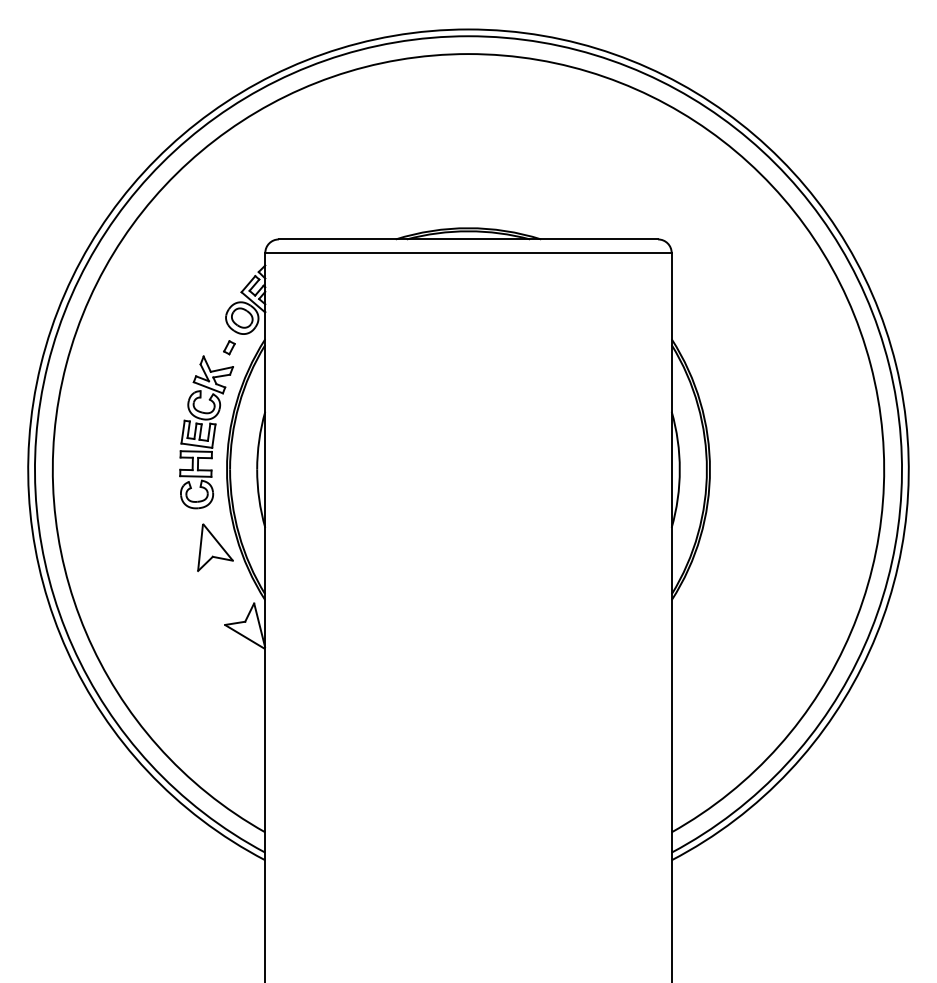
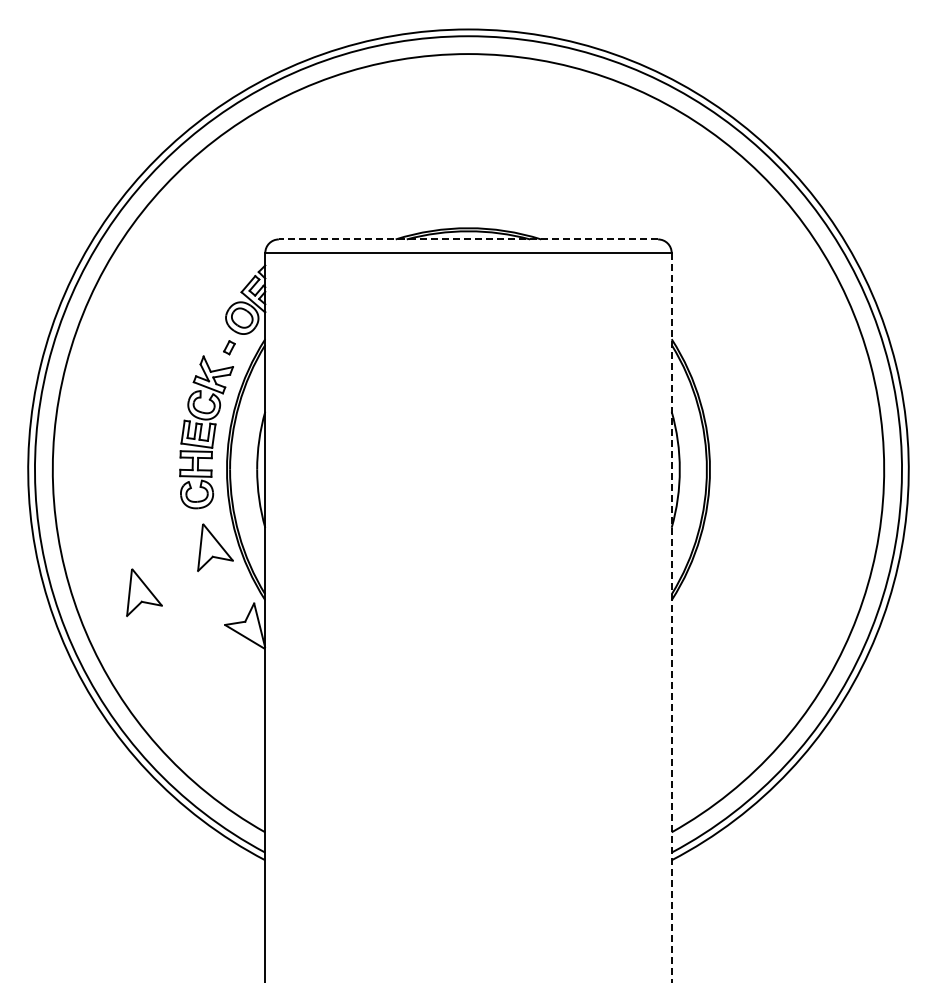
line at (468, 239): solid -> dashed
part at (144, 592): none -> present
line at (671, 617): solid -> dashed
